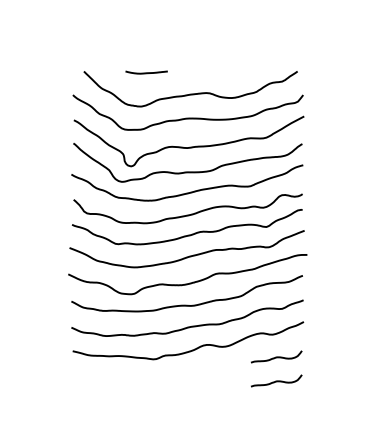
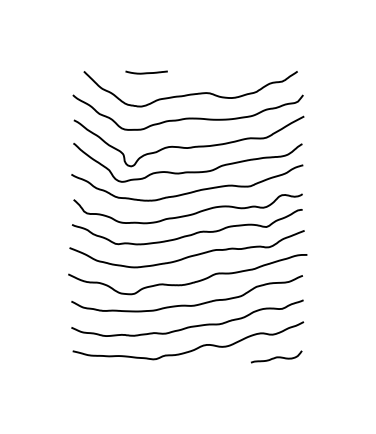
curve at (276, 380): present -> none
